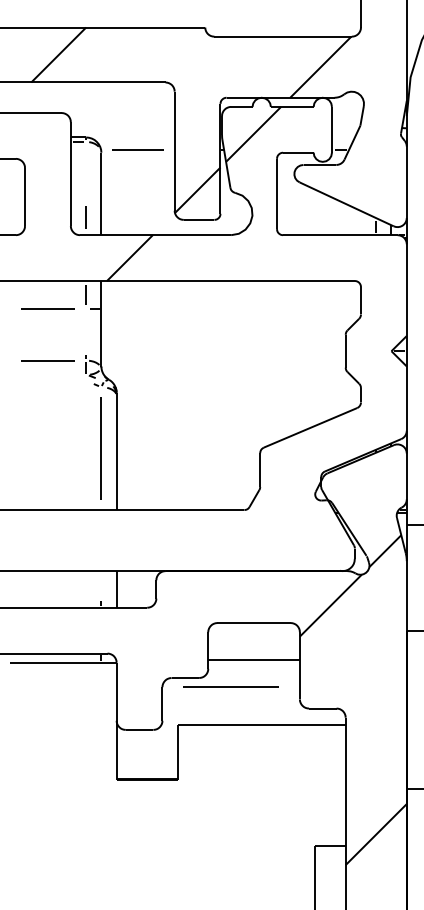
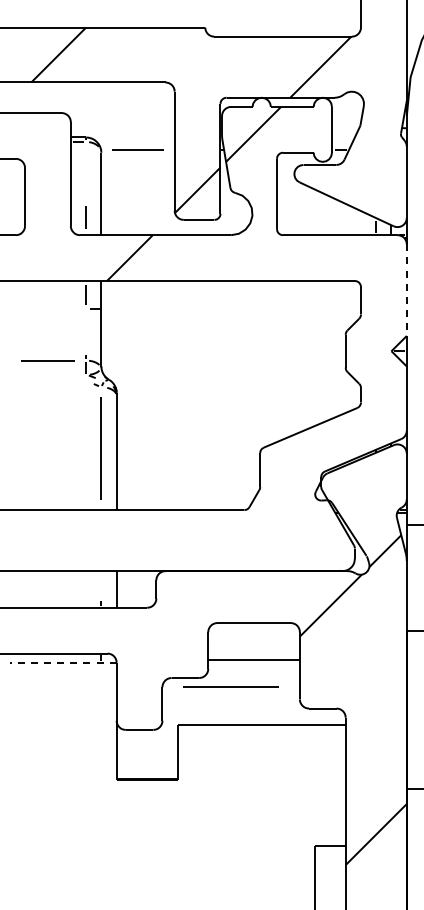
line at (406, 290): solid -> dashed
line at (47, 308): present -> none
line at (62, 662): solid -> dashed
